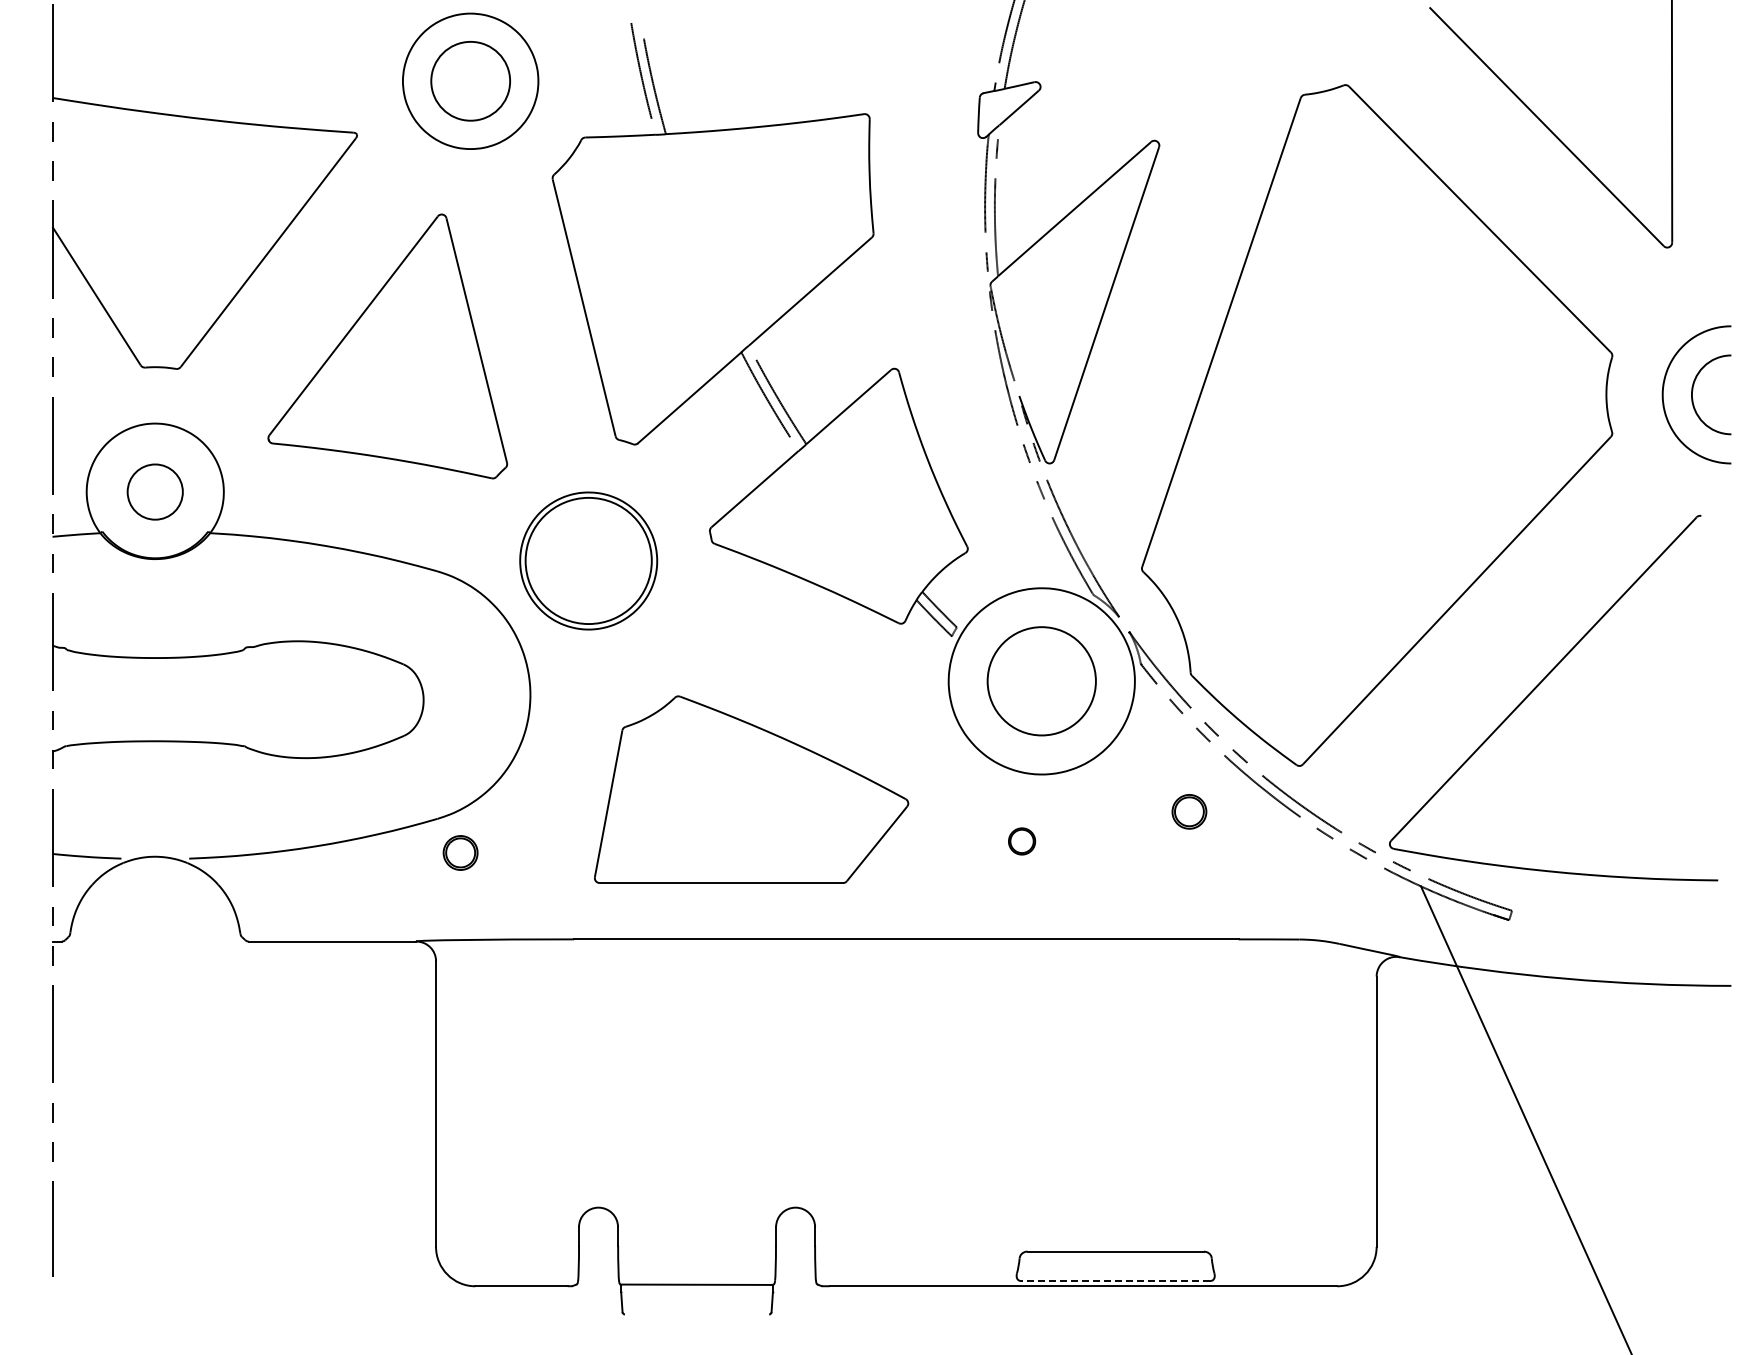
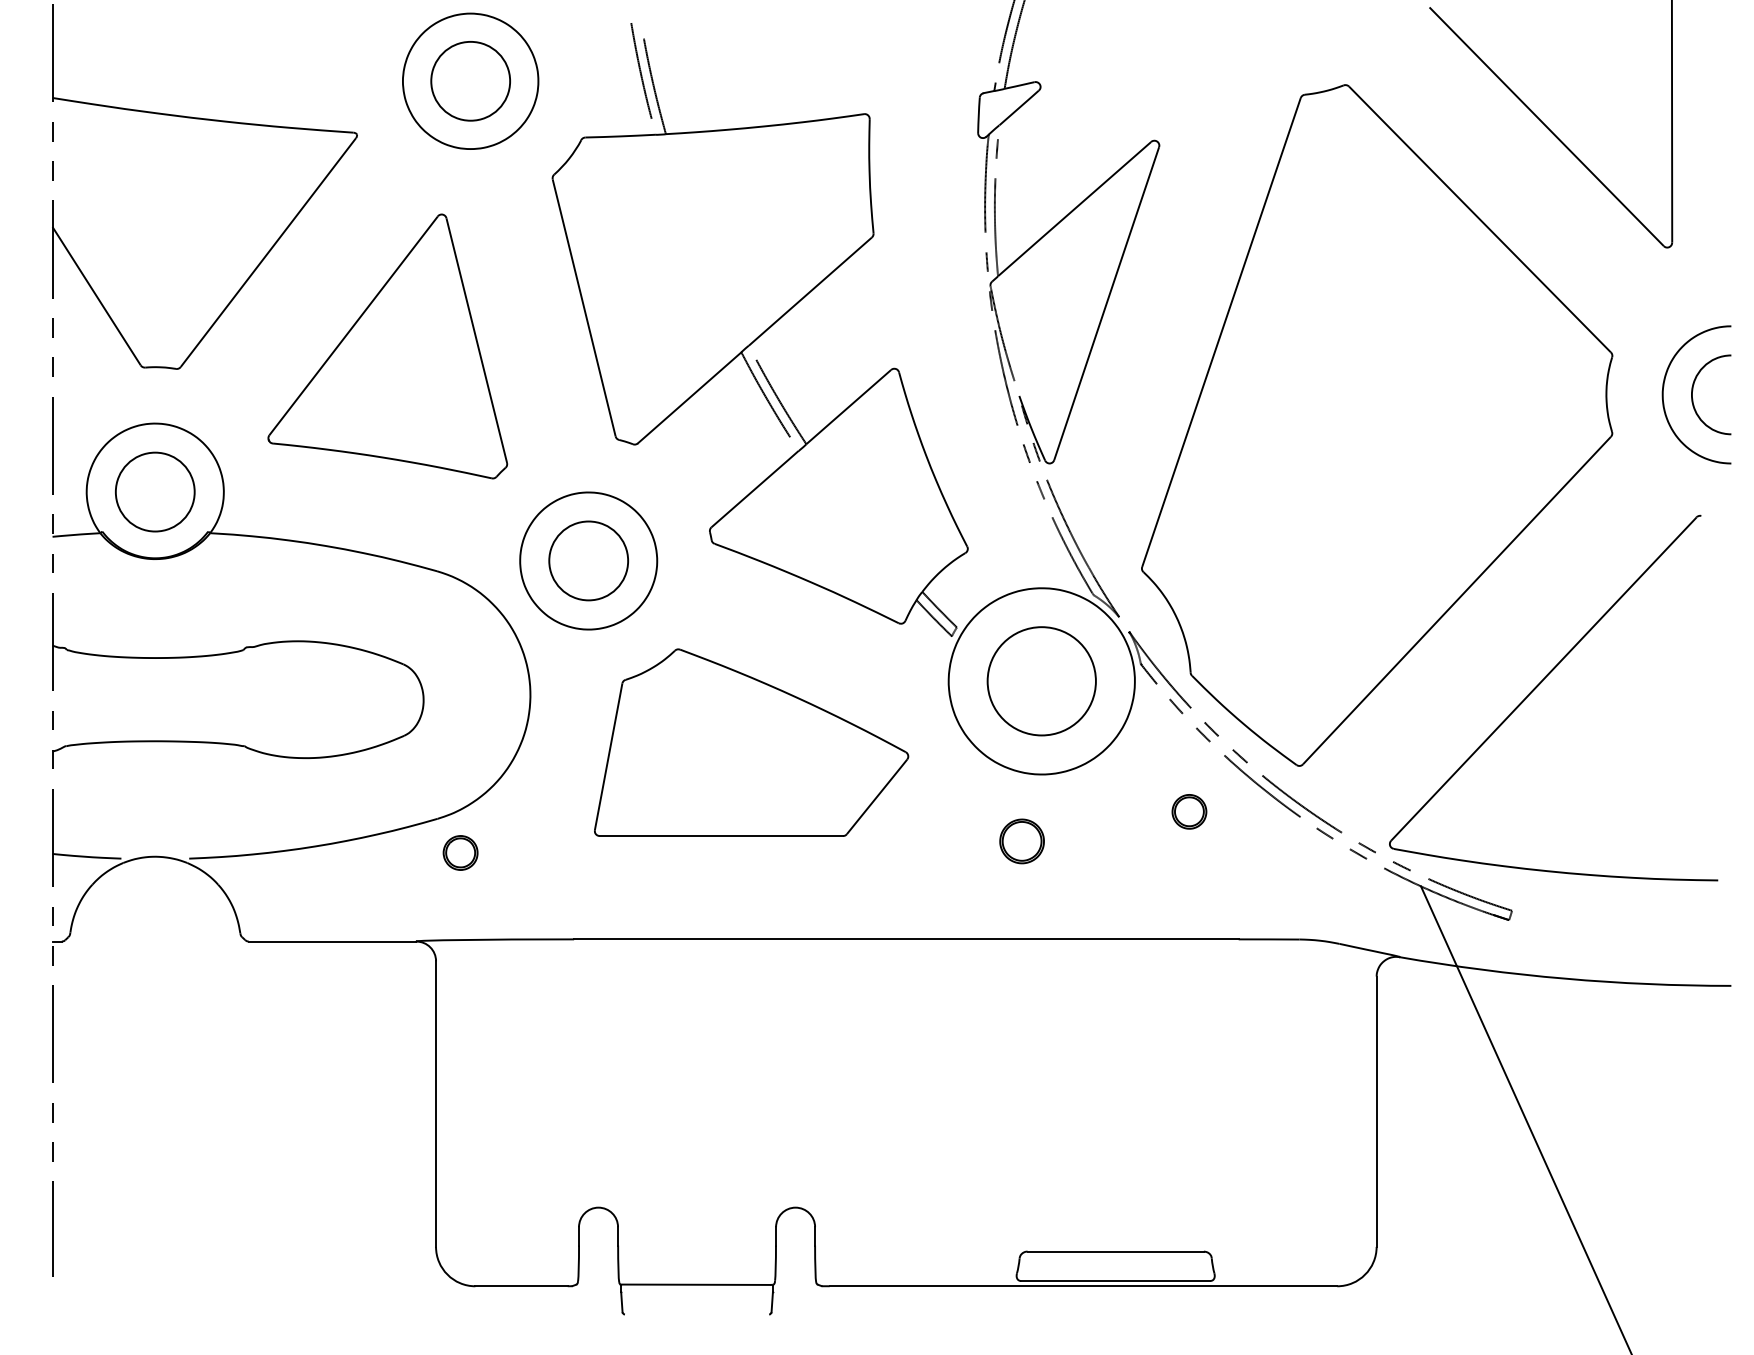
circle at (154, 491) diameter: 55 px -> 79 px
circle at (588, 560) diameter: 126 px -> 79 px
part at (751, 789) position: (751, 789) -> (751, 742)
part at (1022, 841) size: 29x29 px -> 46x47 px
line at (1115, 1281): dashed -> solid
